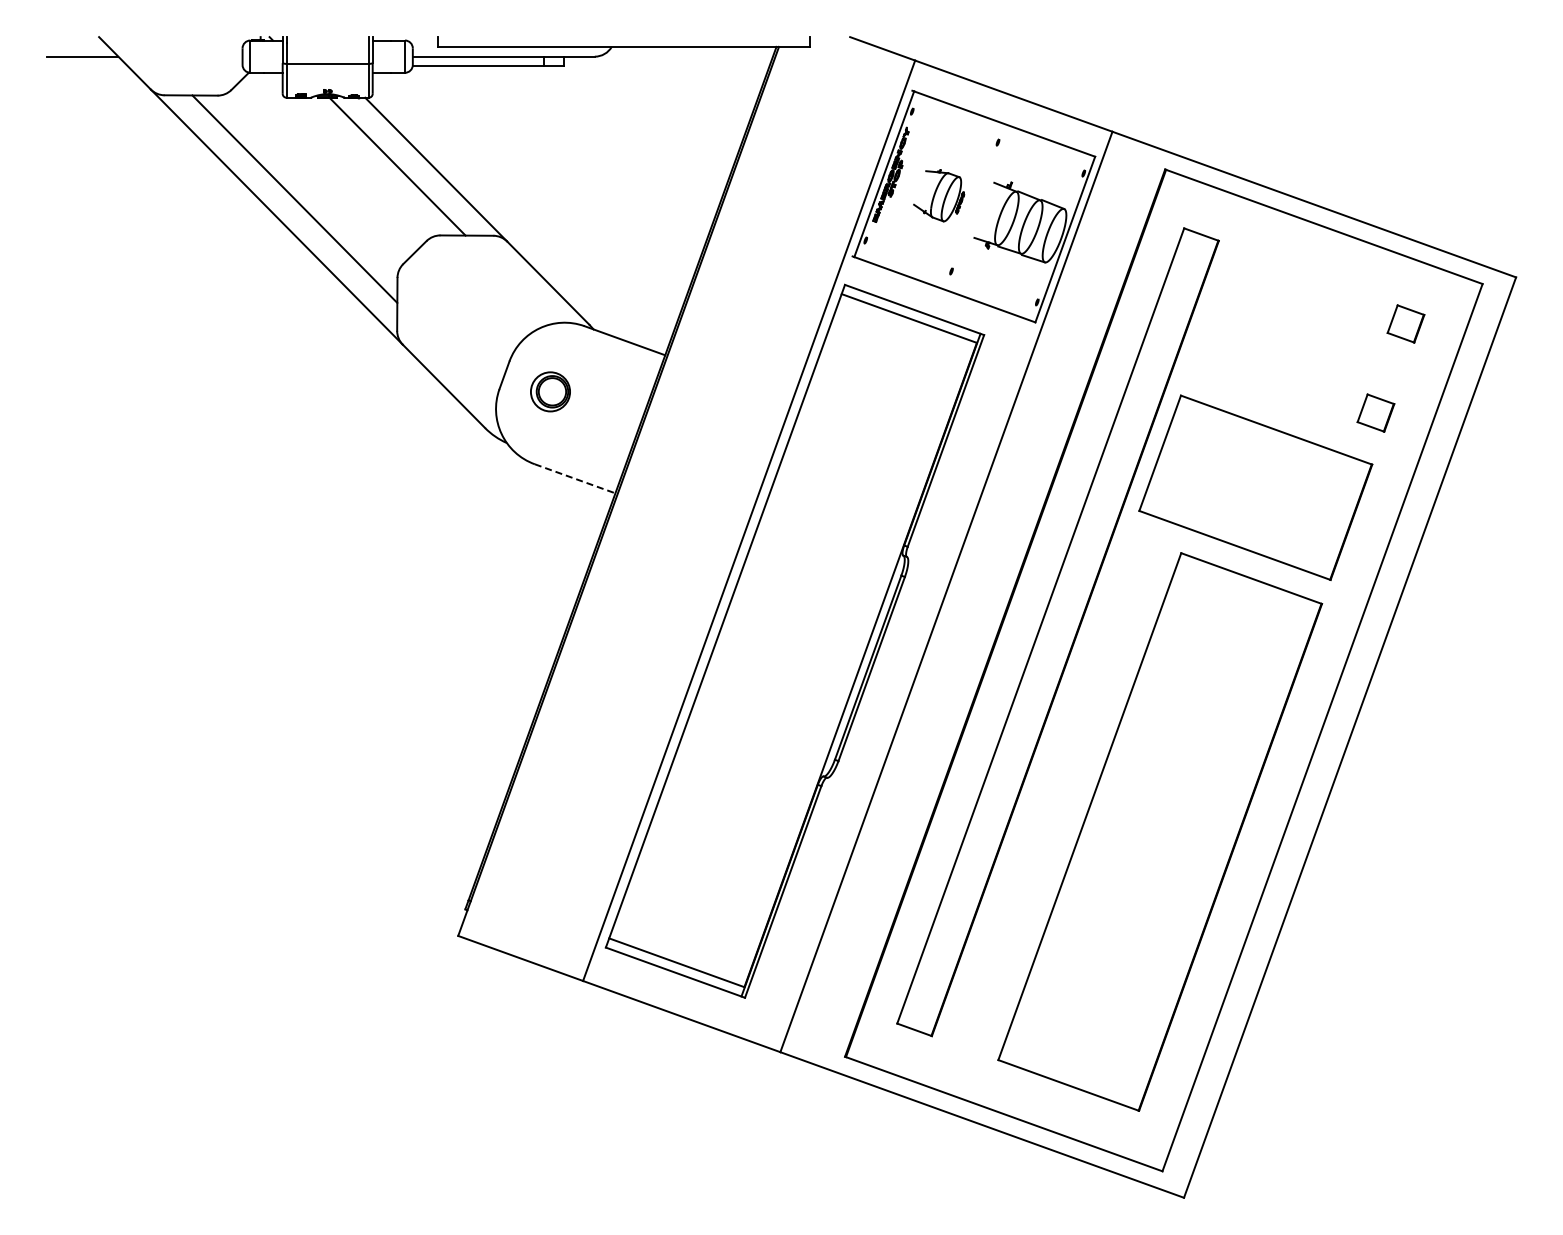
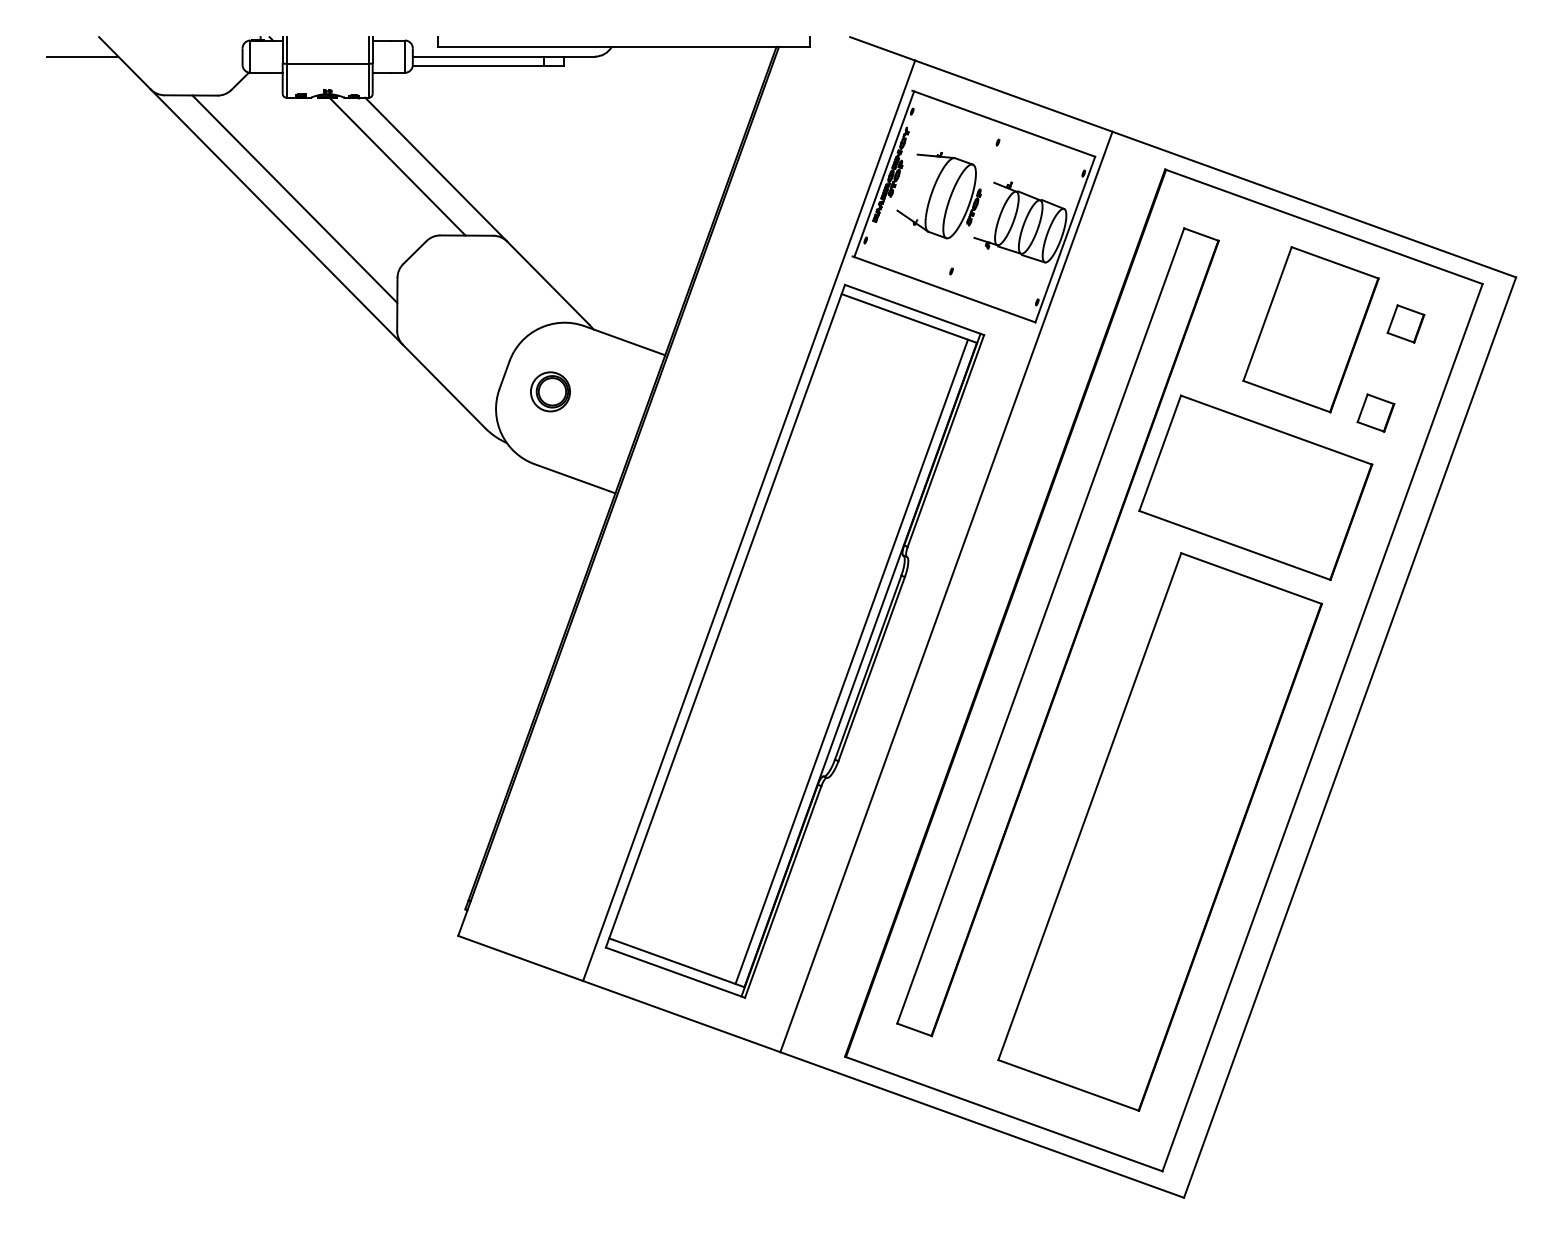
part at (939, 195) size: 53x54 px -> 86x88 px
part at (1310, 329): none -> present
line at (575, 478): dashed -> solid
line at (851, 661): none -> present
